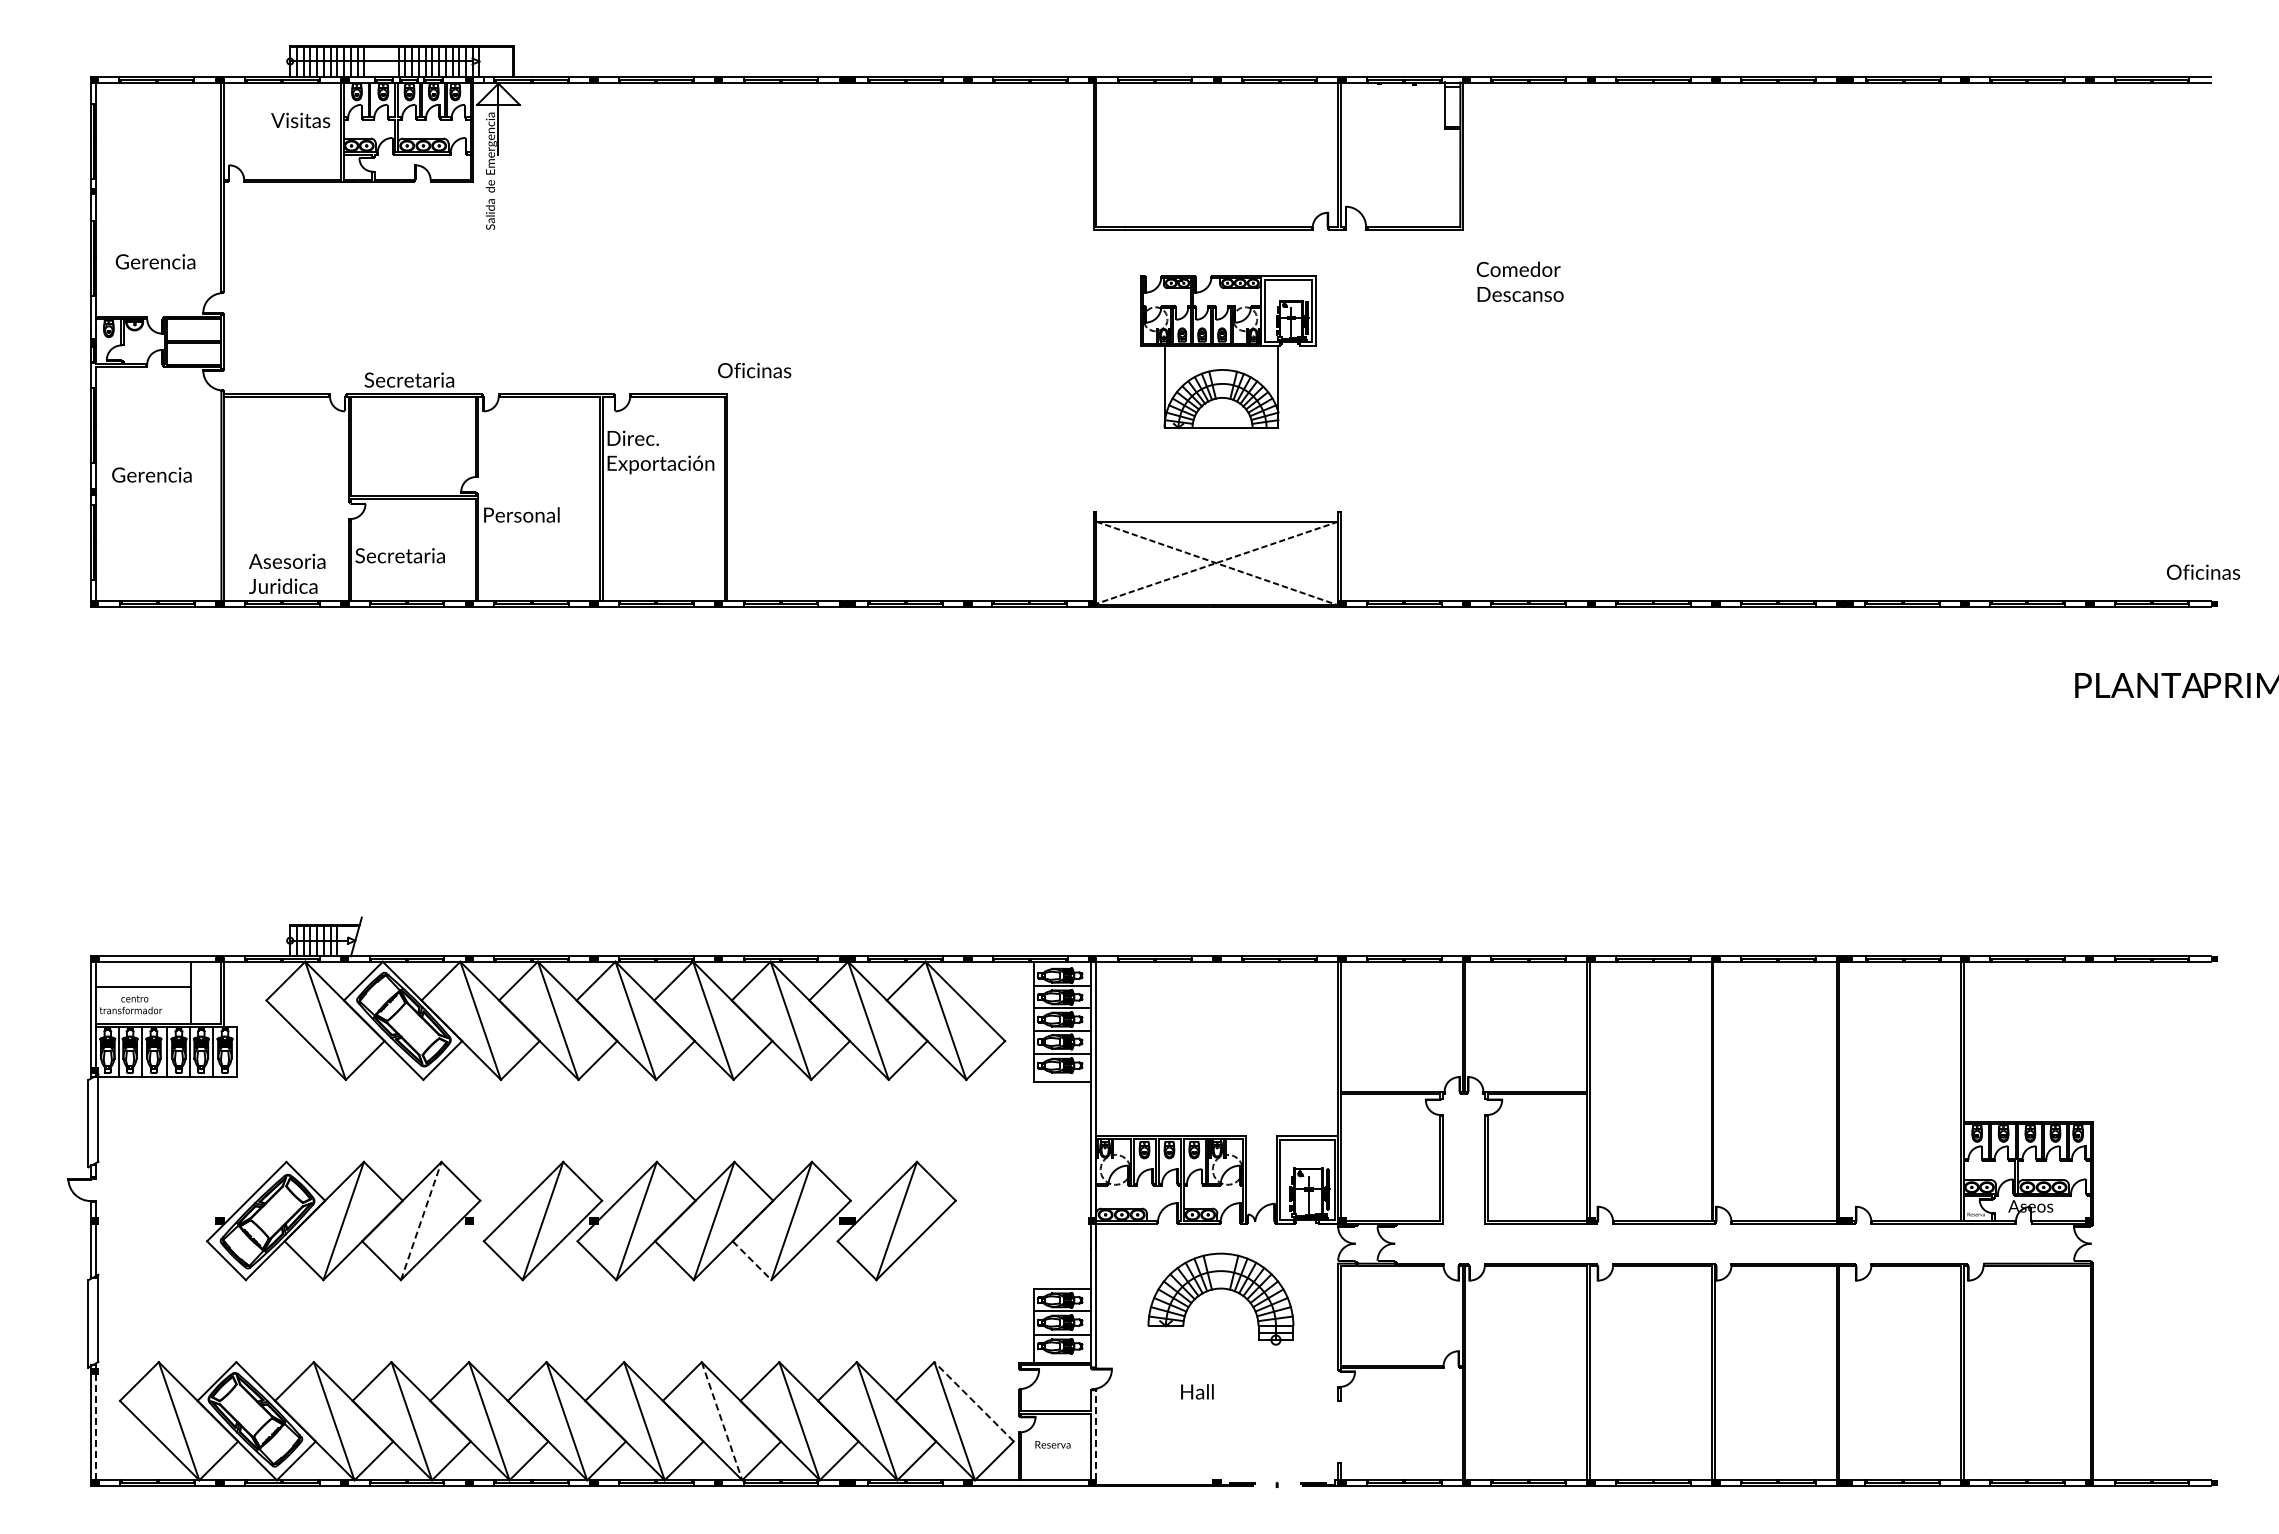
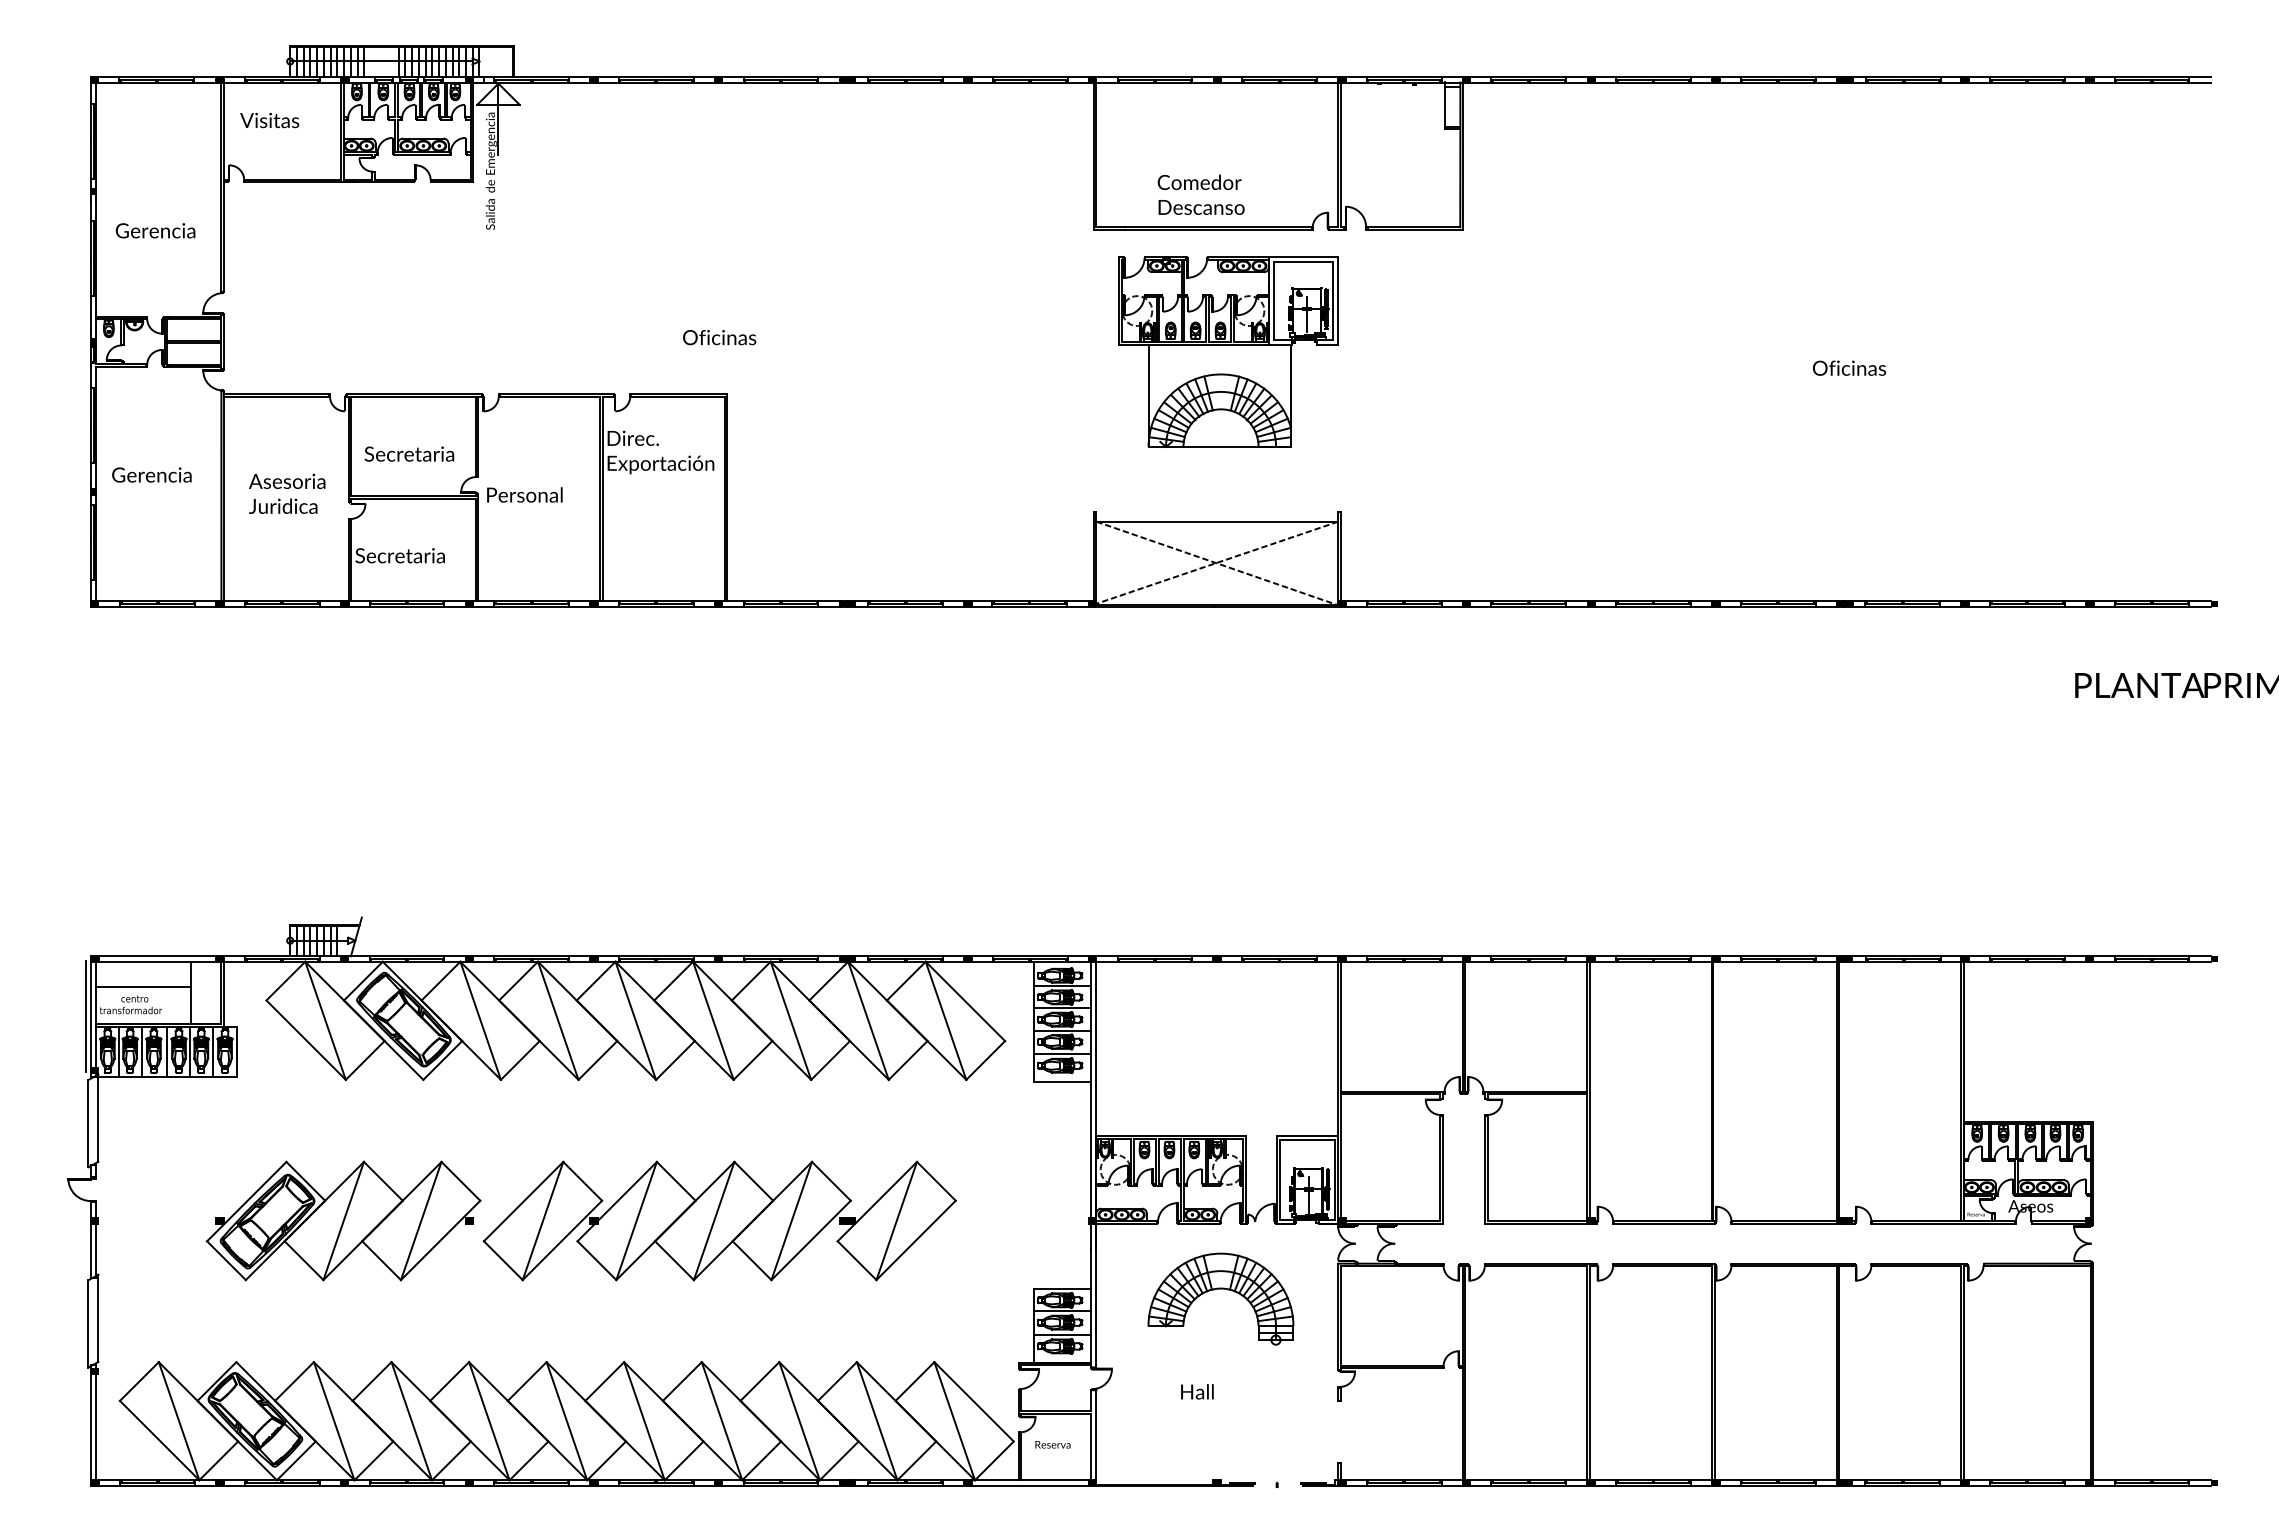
text at (300, 120) position: (300, 120) -> (269, 120)
text at (155, 261) position: (155, 261) -> (155, 230)
text at (1519, 281) position: (1519, 281) -> (1200, 194)
part at (1228, 352) size: 177x155 px -> 221x192 px
text at (754, 370) position: (754, 370) -> (719, 337)
text at (409, 379) position: (409, 379) -> (409, 453)
text at (521, 514) position: (521, 514) -> (524, 494)
text at (2203, 571) position: (2203, 571) -> (1849, 367)
text at (287, 573) position: (287, 573) -> (287, 493)
line at (85, 1016): none -> present
line at (421, 1220): dashed -> solid
line at (752, 1261): dashed -> solid
line at (973, 1401): dashed -> solid
line at (722, 1421): dashed -> solid
line at (96, 1427): dashed -> solid
line at (1096, 1434): dashed -> solid
